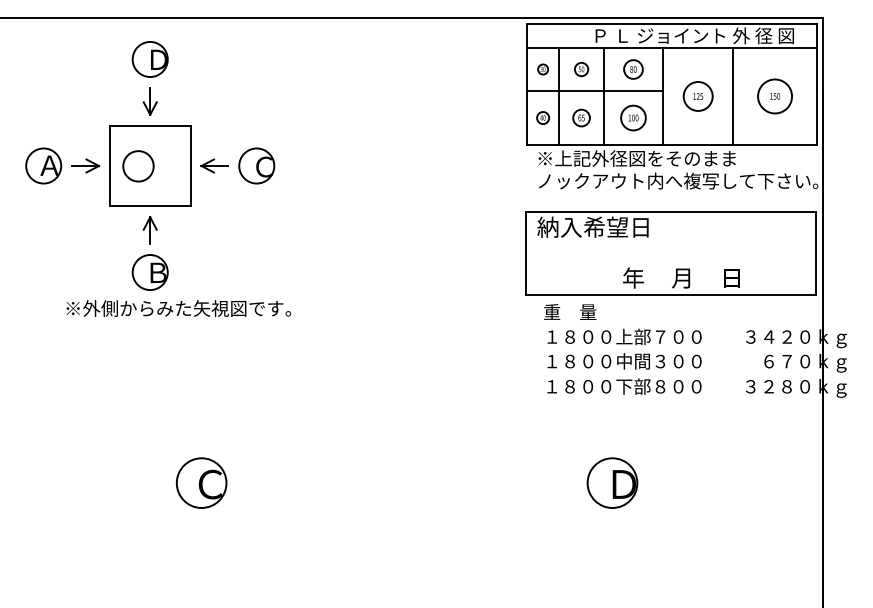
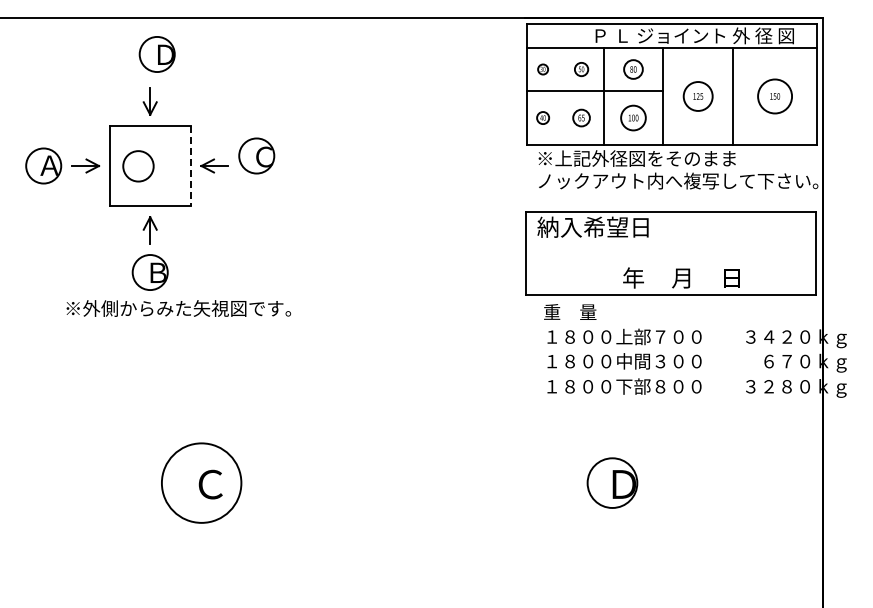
part at (149, 59) position: (149, 59) -> (156, 54)
line at (559, 96): present -> none
part at (256, 165) position: (256, 165) -> (256, 155)
line at (190, 166): solid -> dashed
circle at (201, 482) diameter: 50 px -> 80 px
